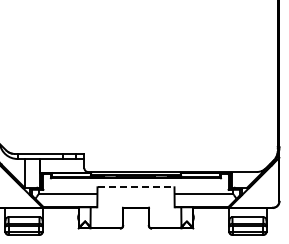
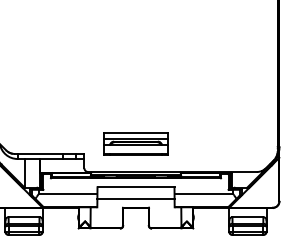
part at (135, 143): none -> present
line at (136, 187): dashed -> solid
line at (135, 198): none -> present
